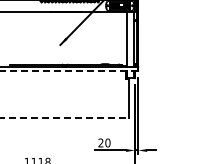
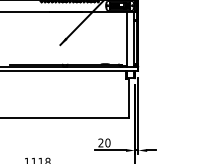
line at (69, 71): dashed -> solid
line at (65, 117): dashed -> solid
